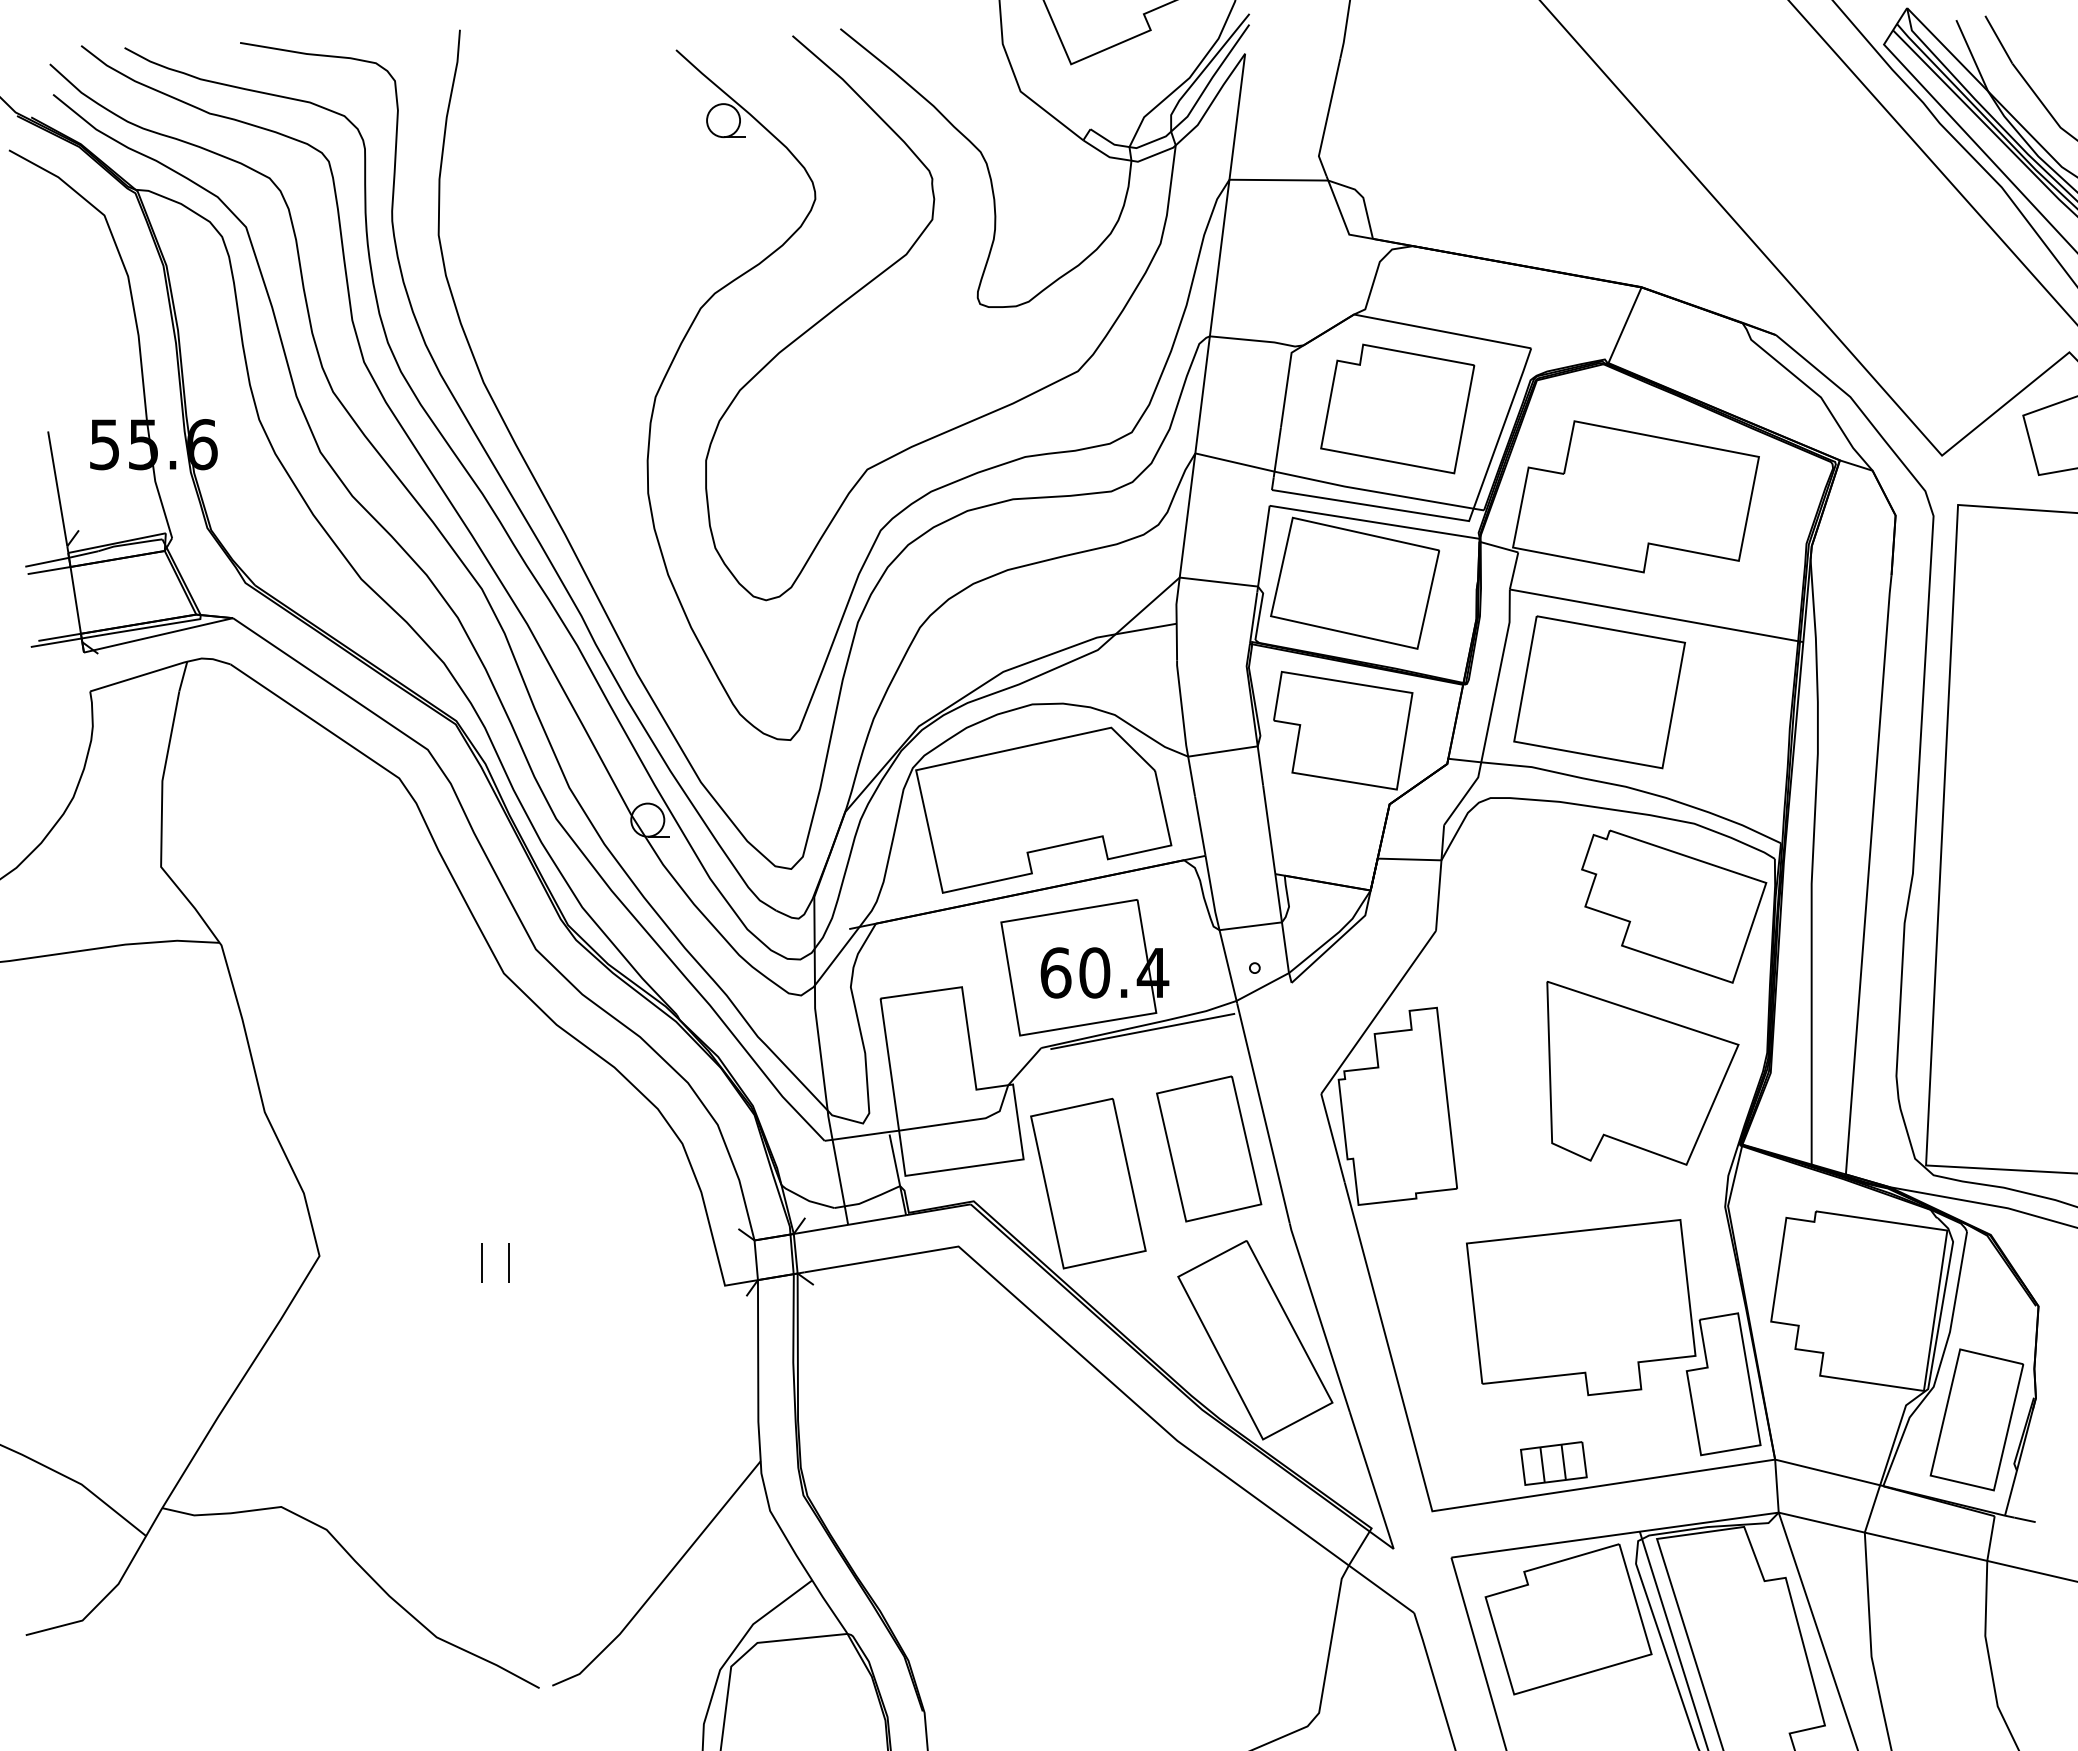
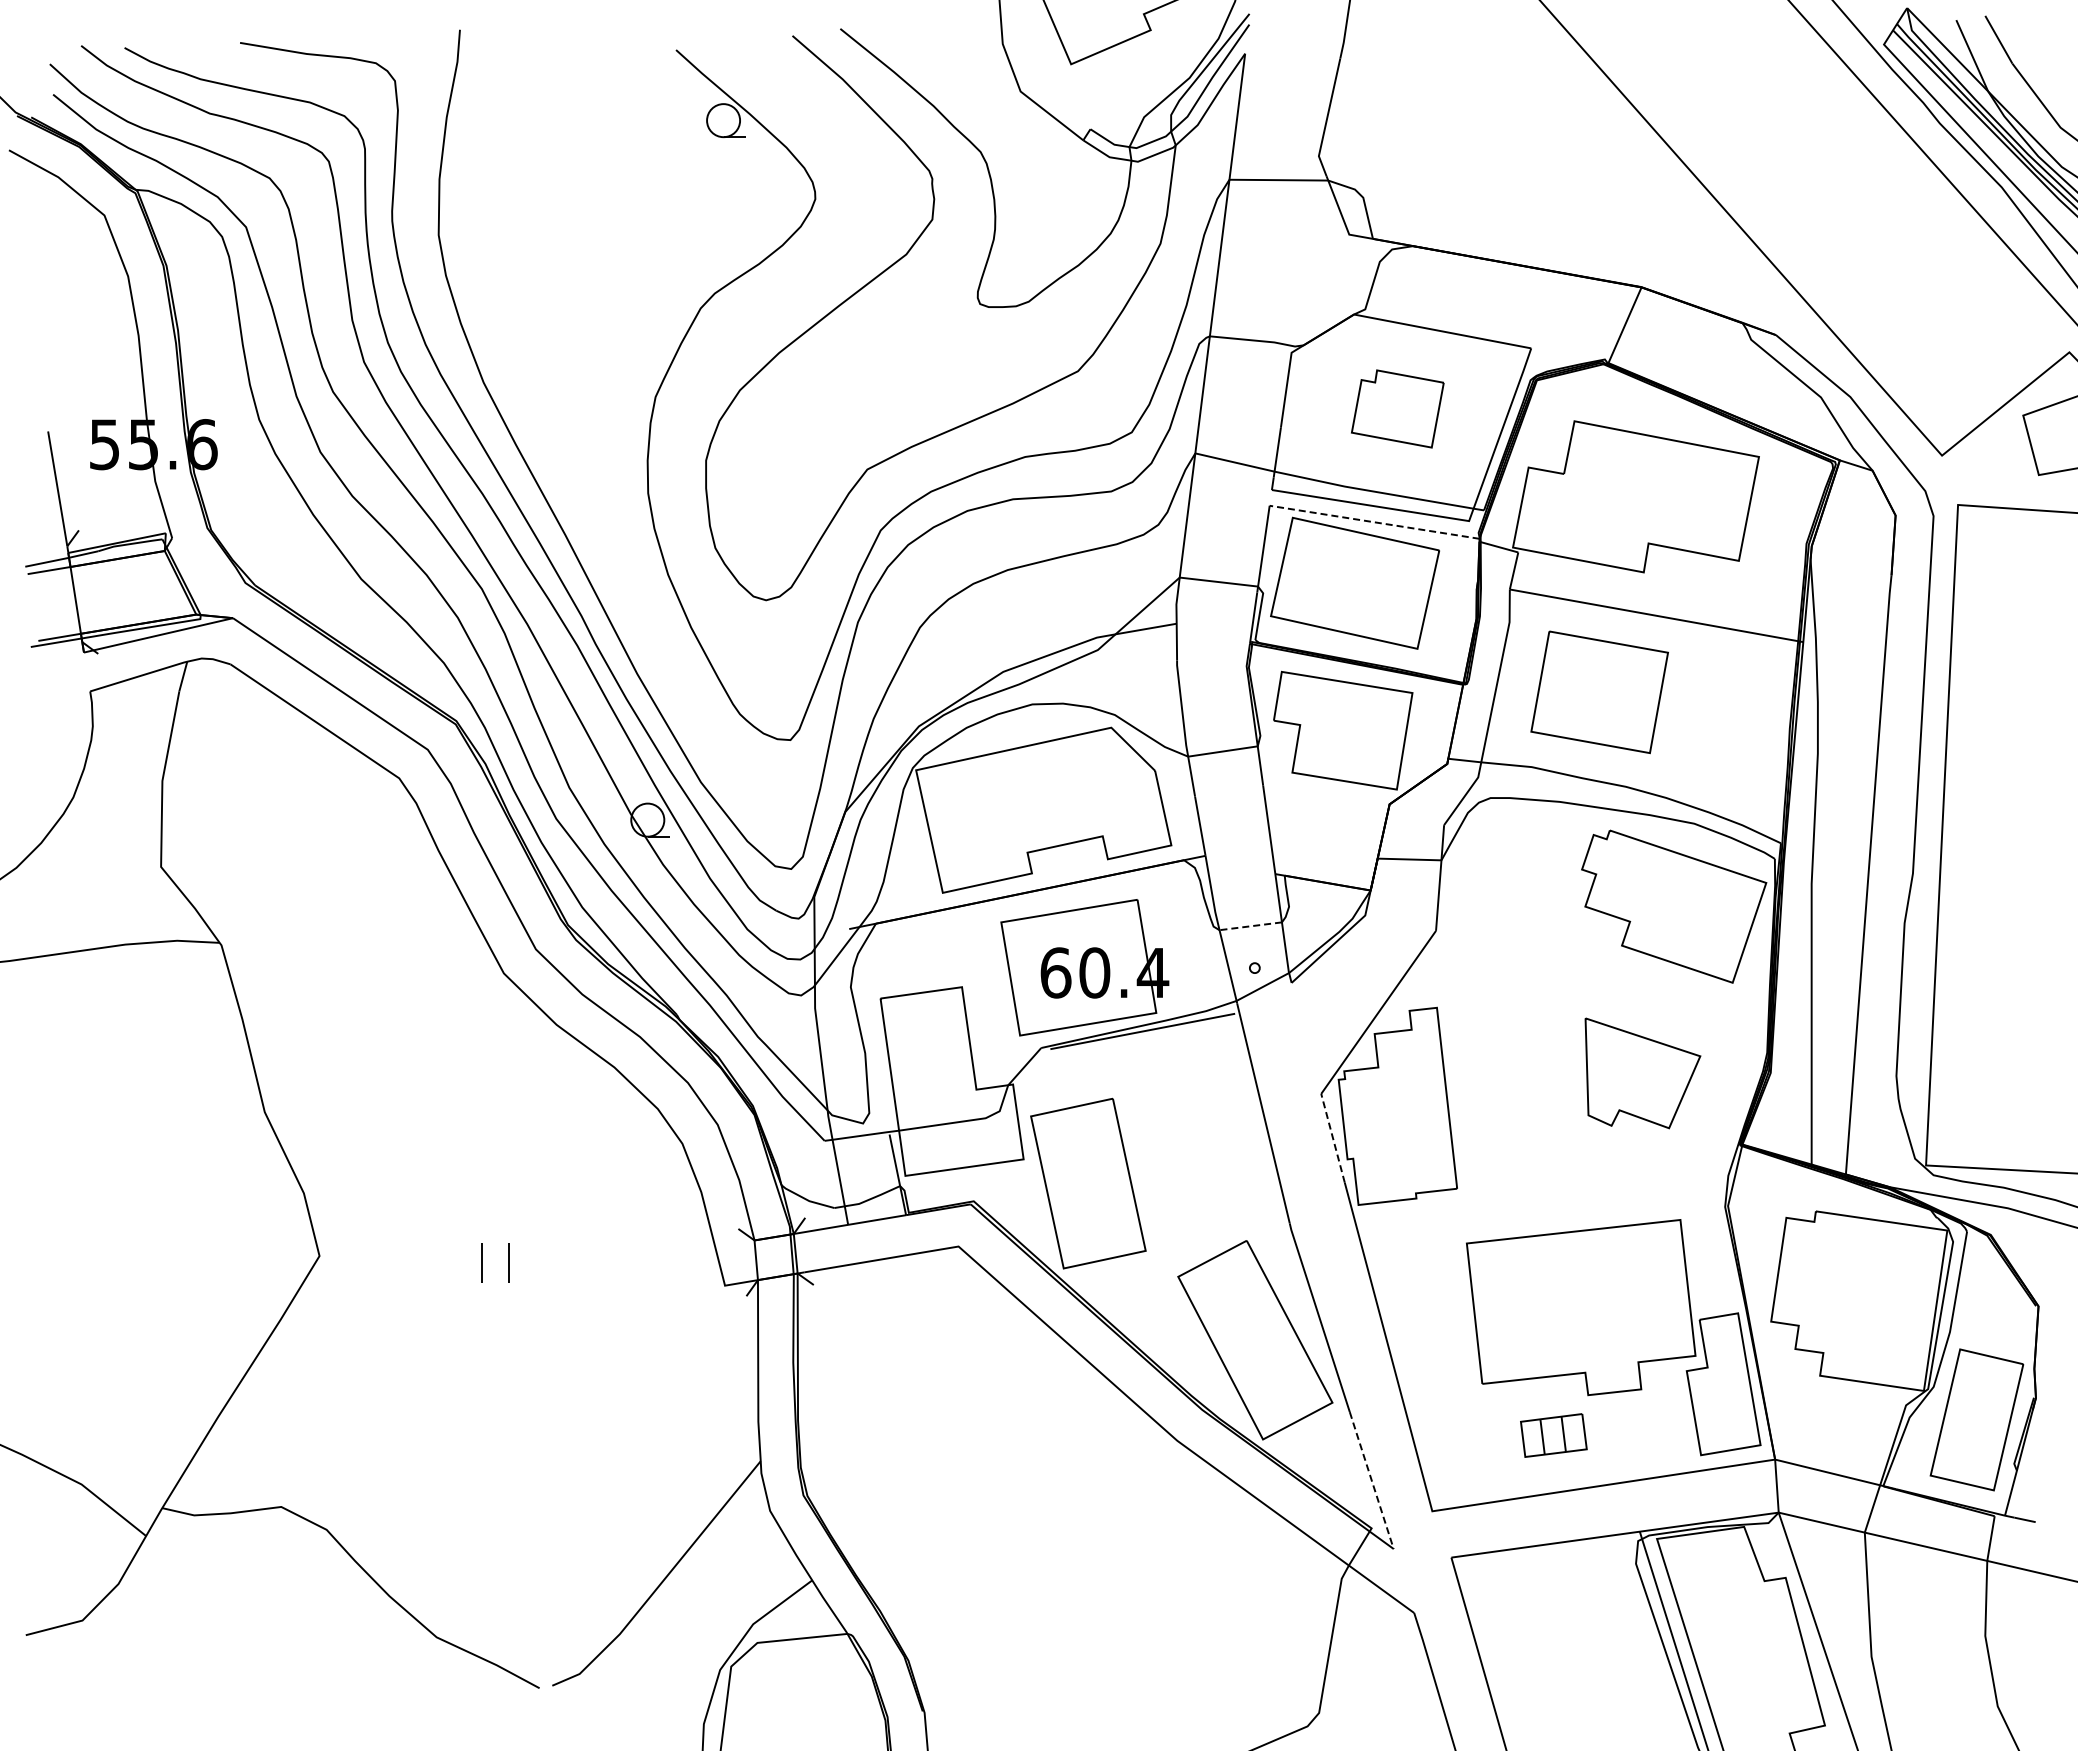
part at (1397, 408) size: 156x132 px -> 94x80 px
line at (1374, 522): solid -> dashed
part at (1599, 692) size: 174x155 px -> 139x125 px
line at (1250, 926): solid -> dashed
part at (1642, 1073) size: 194x185 px -> 118x113 px
line at (1333, 1138): solid -> dashed
part at (1209, 1148): present -> none
part at (1553, 1463) position: (1553, 1463) -> (1553, 1435)
line at (1371, 1480): solid -> dashed
part at (1568, 1619): present -> none
